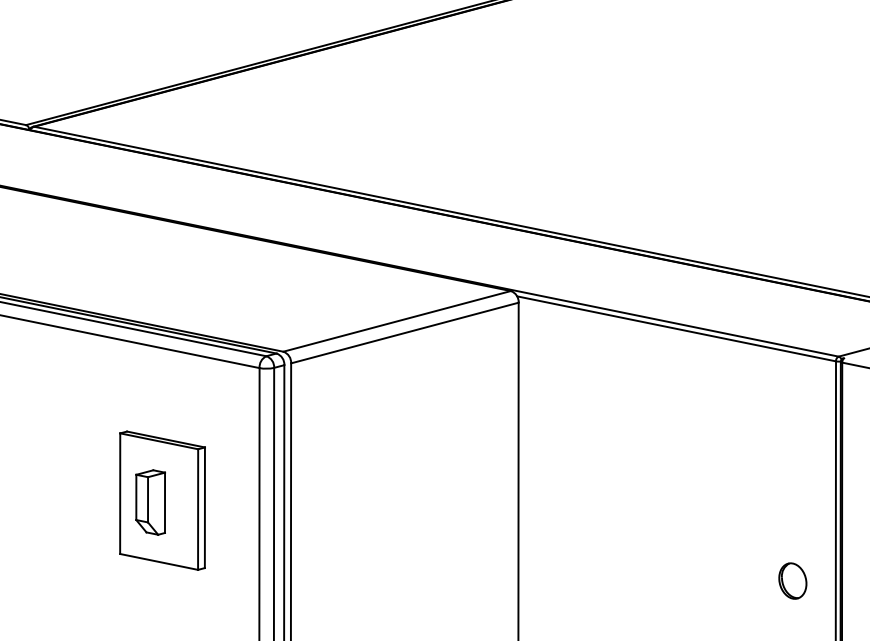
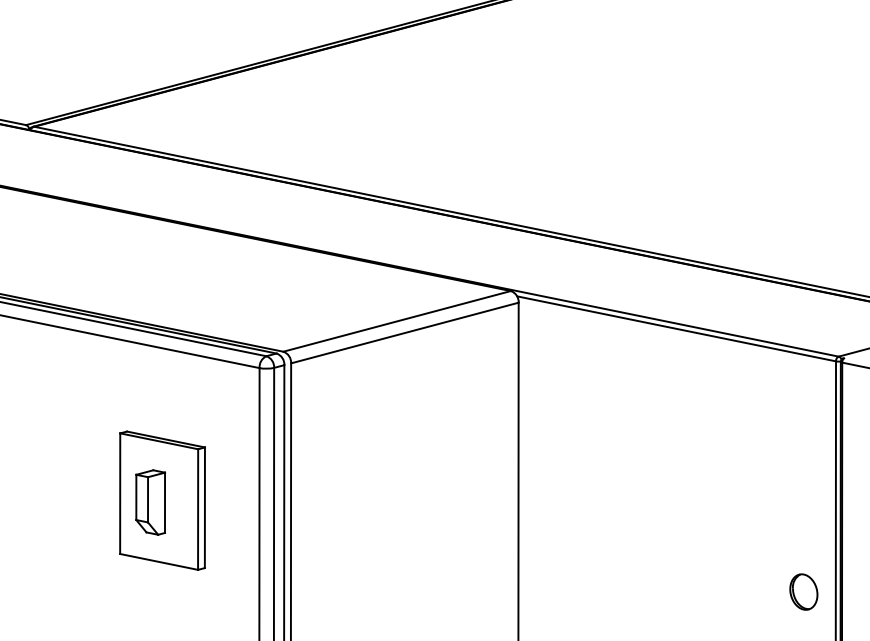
part at (792, 580) position: (792, 580) -> (803, 591)
